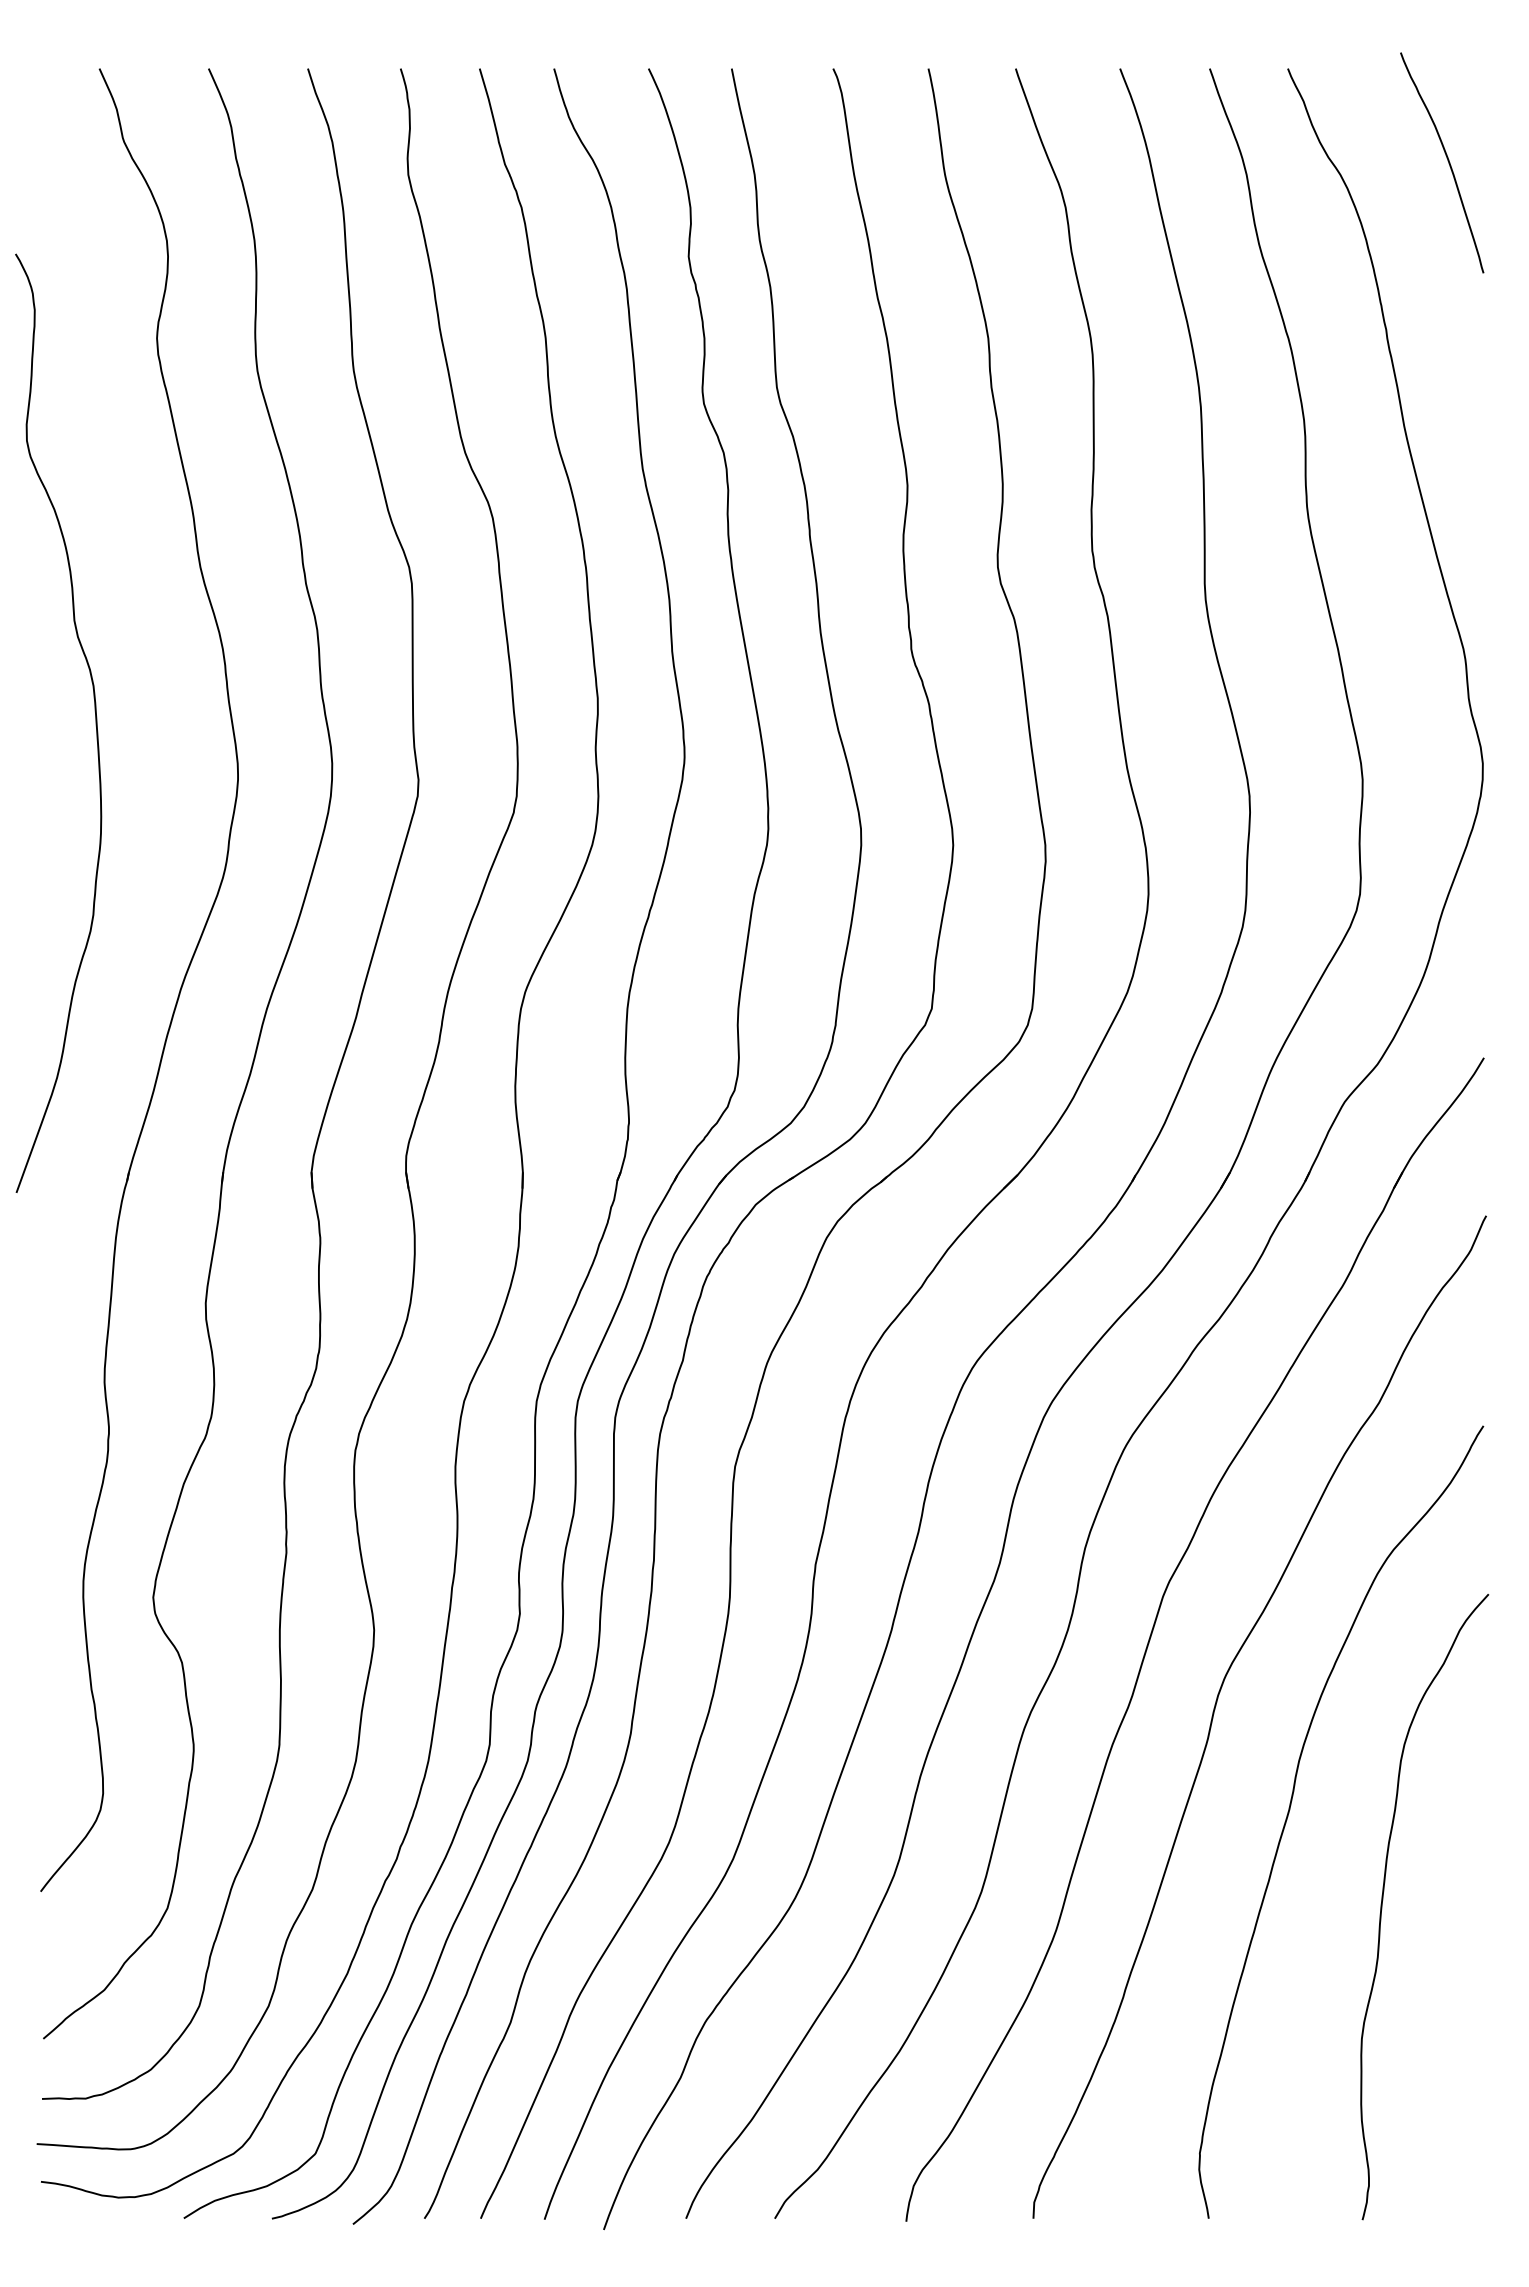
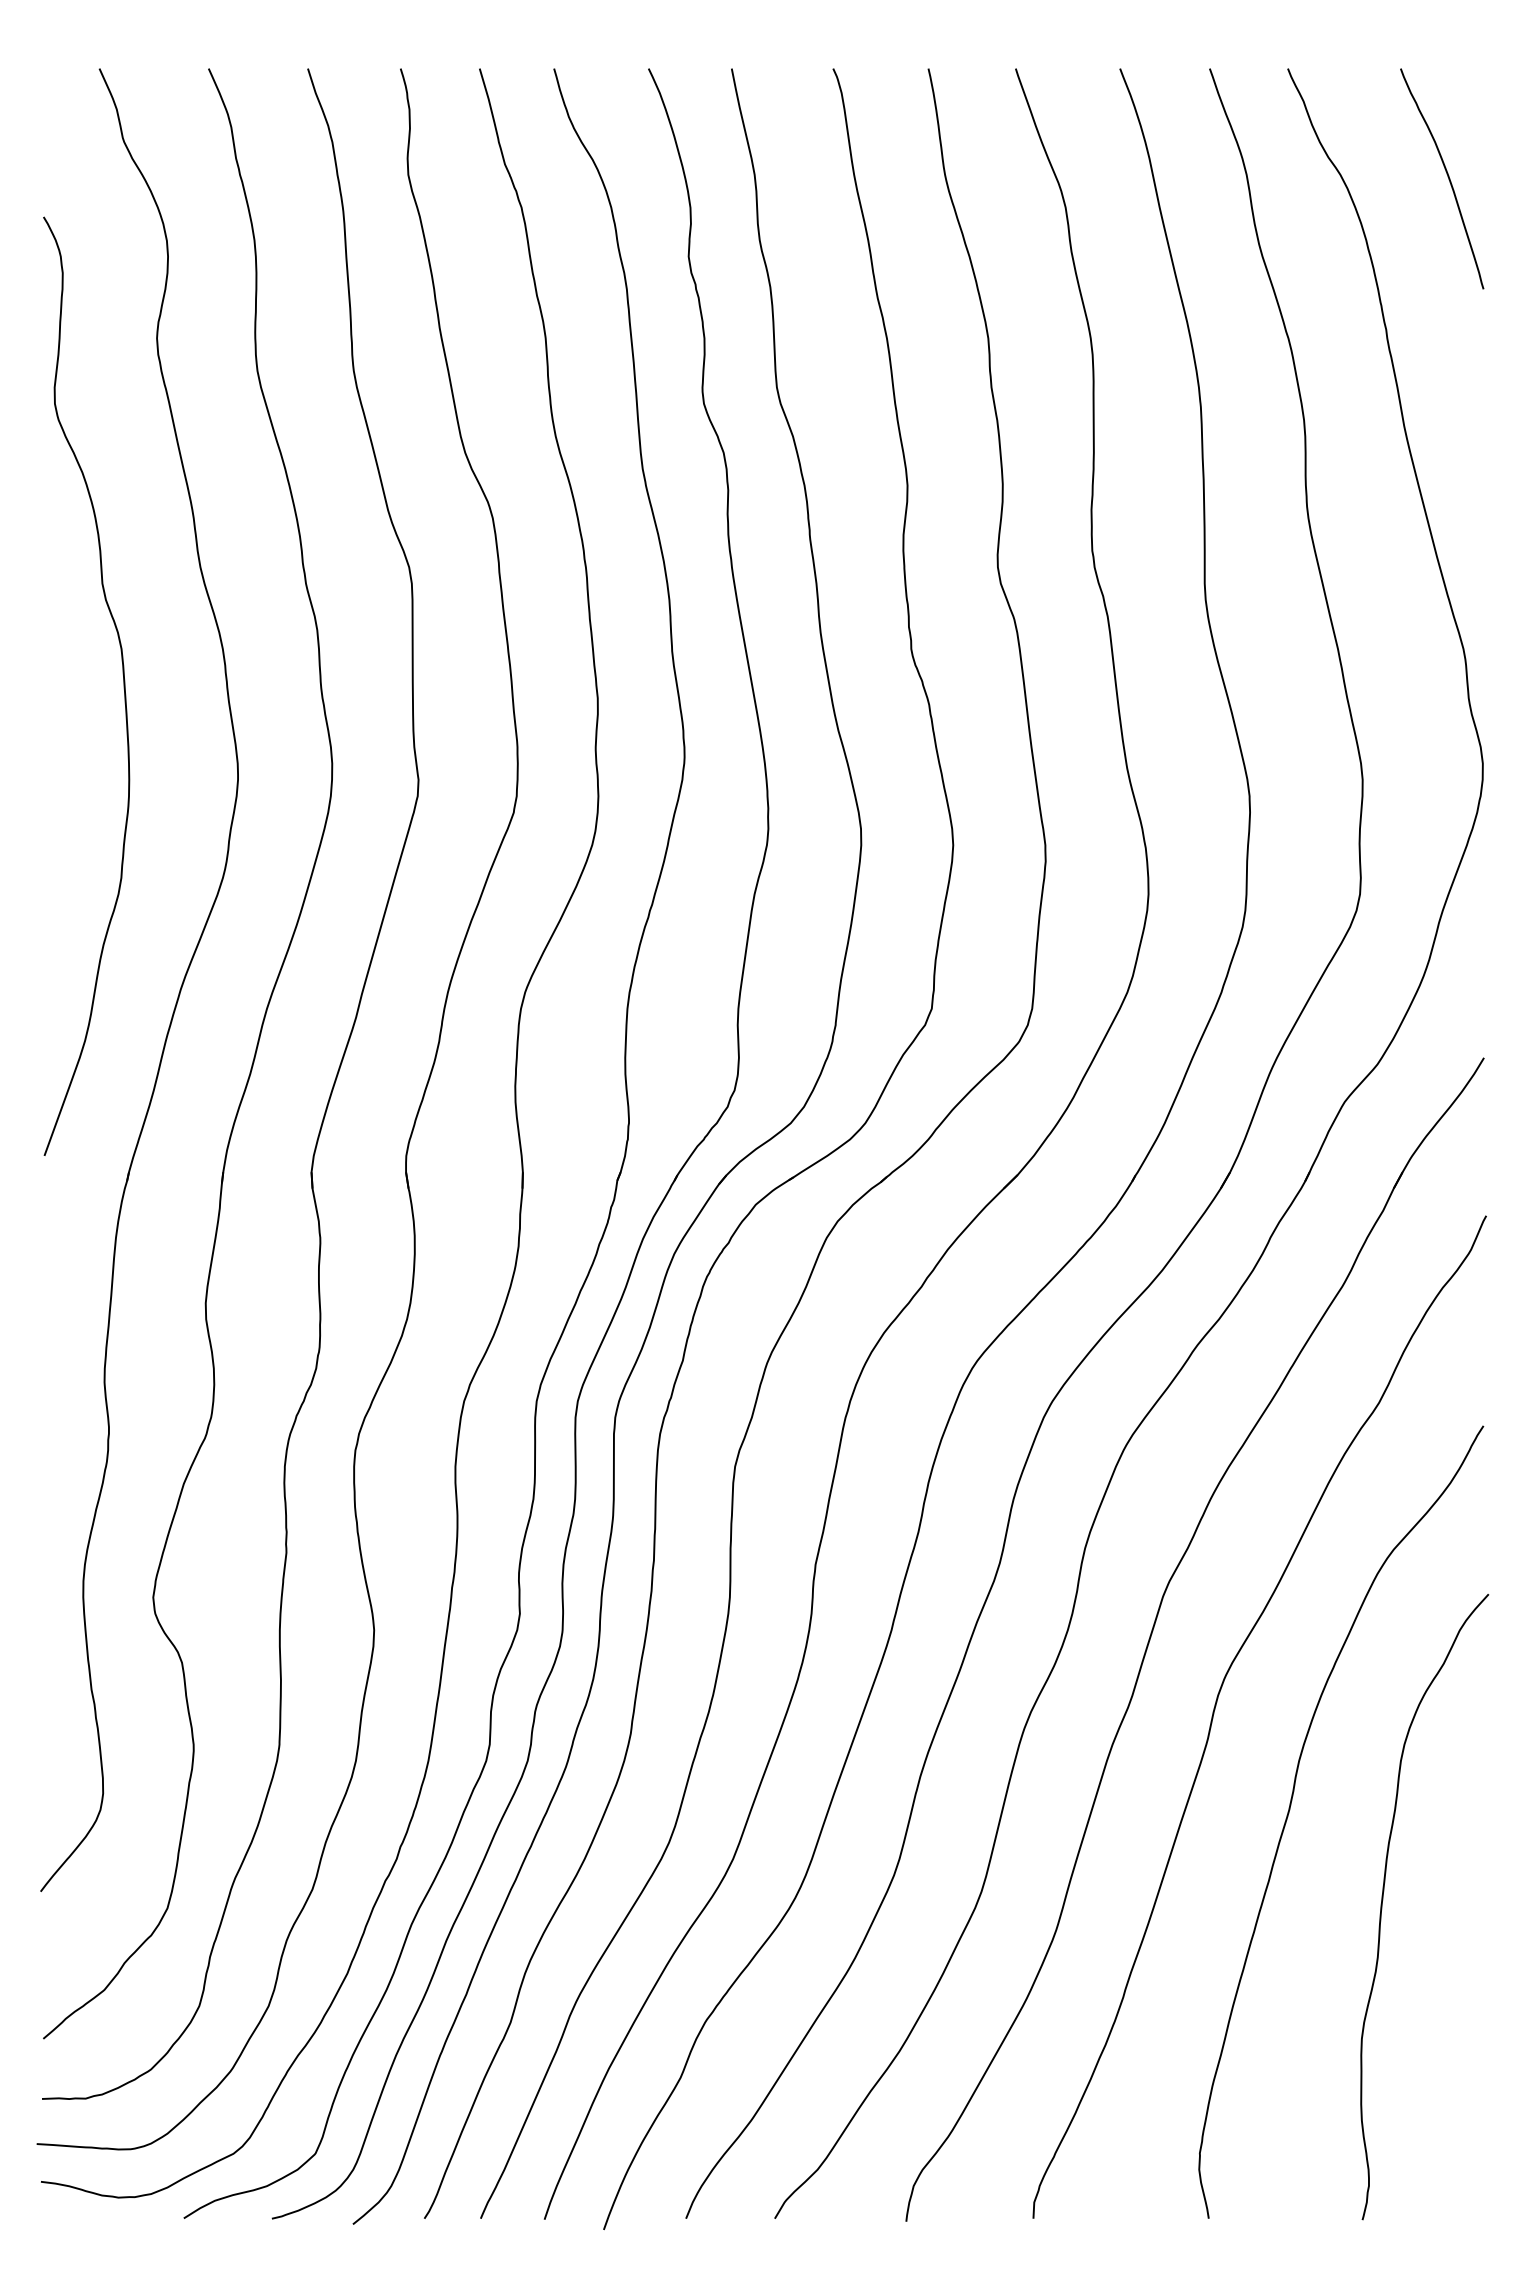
curve at (1447, 161) position: (1447, 161) -> (1447, 177)
curve at (95, 722) position: (95, 722) -> (123, 685)
